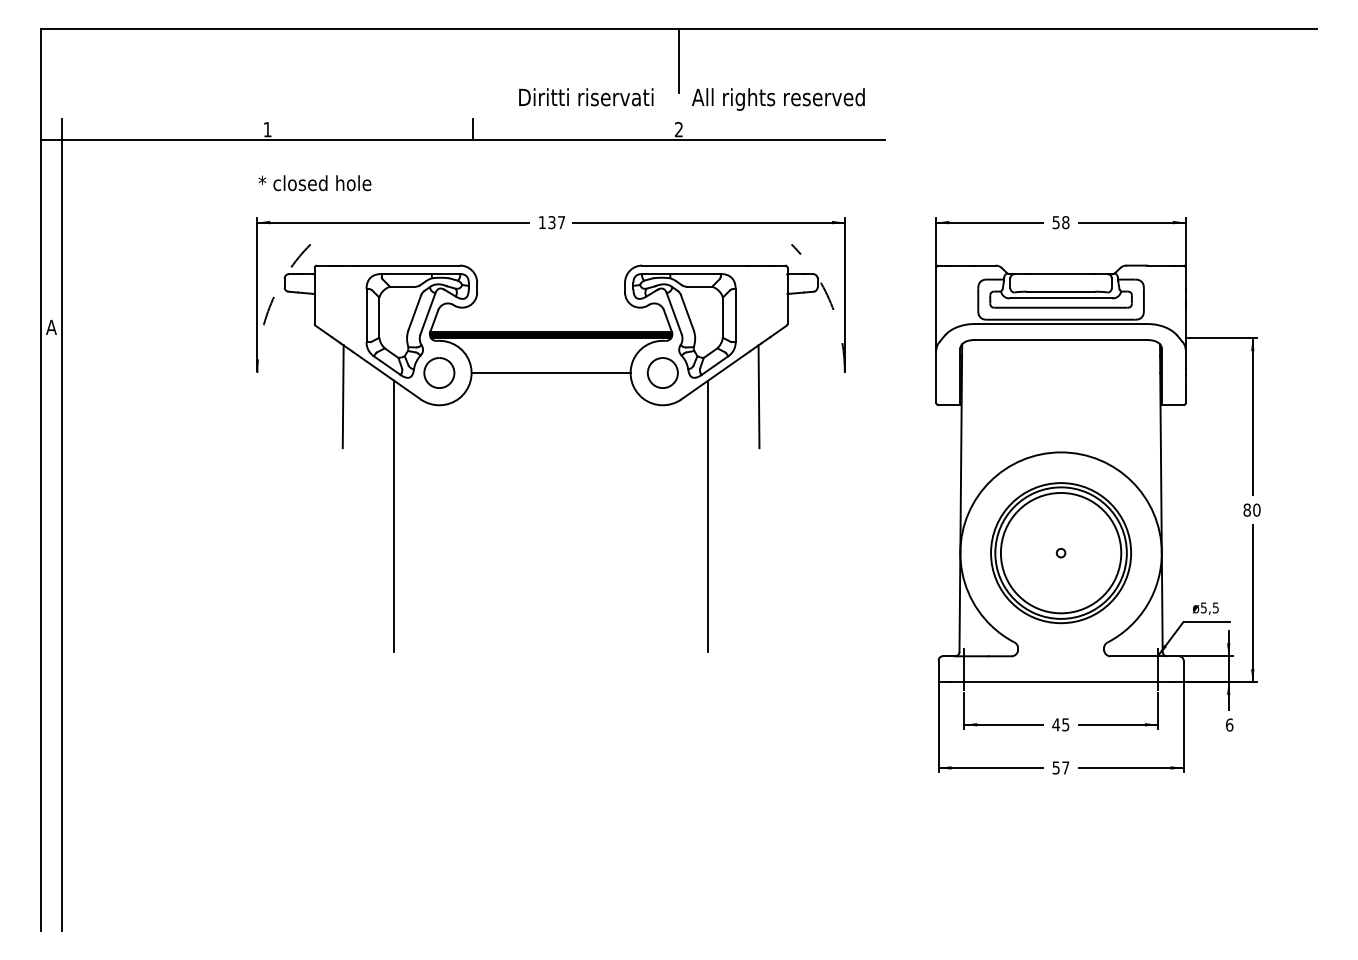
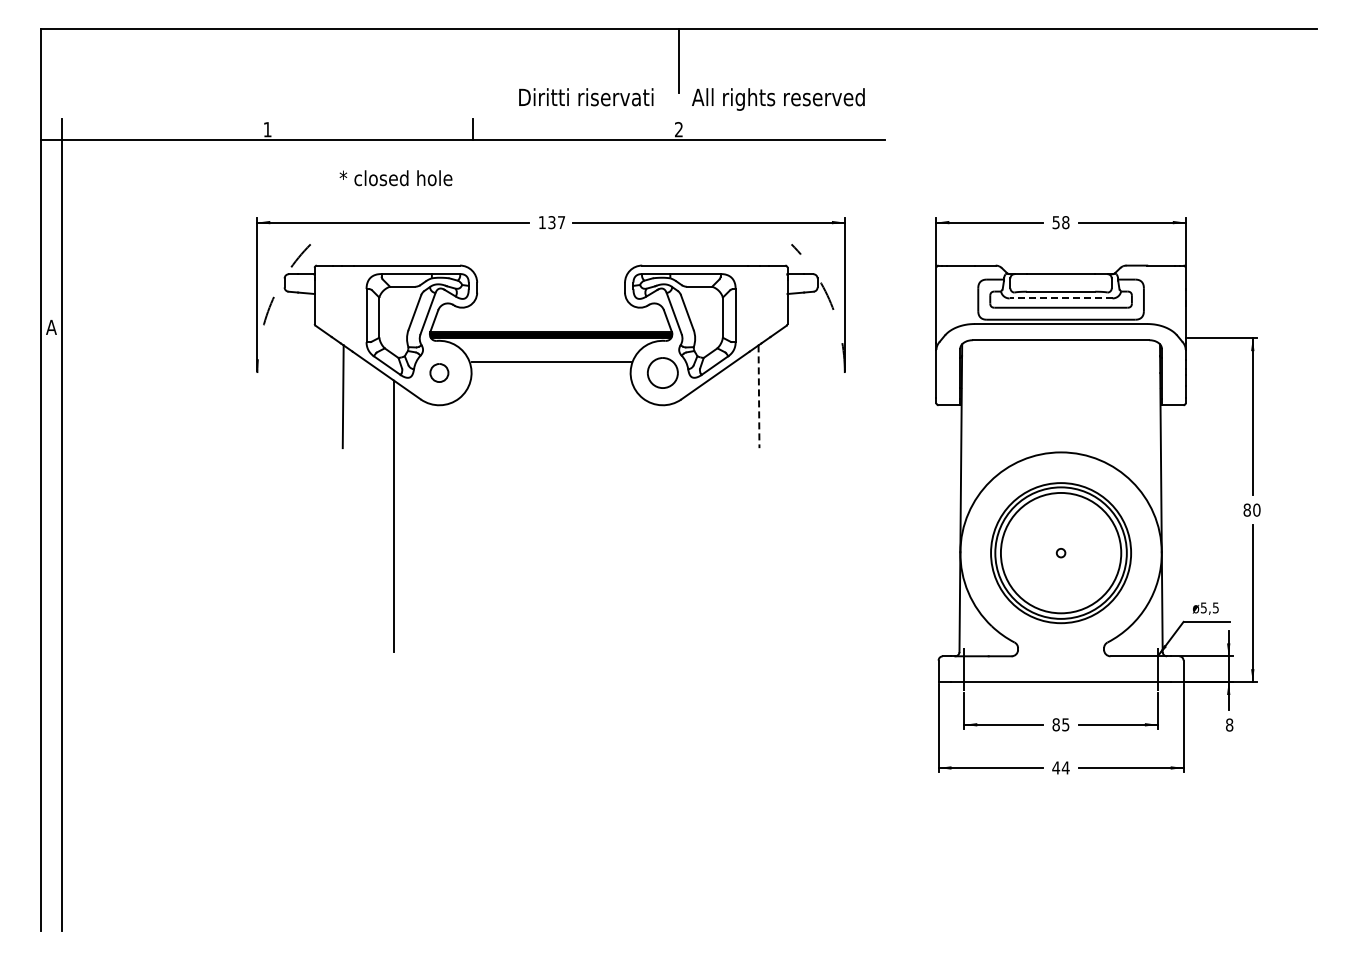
text at (314, 183) position: (314, 183) -> (395, 178)
line at (1060, 298): solid -> dashed
part at (439, 372) size: 33x32 px -> 21x20 px
line at (550, 373) position: (550, 373) -> (550, 362)
line at (759, 397): solid -> dashed
line at (708, 516): present -> none
text at (1056, 724): 45 -> 85
text at (1229, 724): 6 -> 8
text at (1060, 767): 57 -> 44
